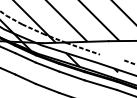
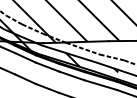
line at (112, 57): none -> present
